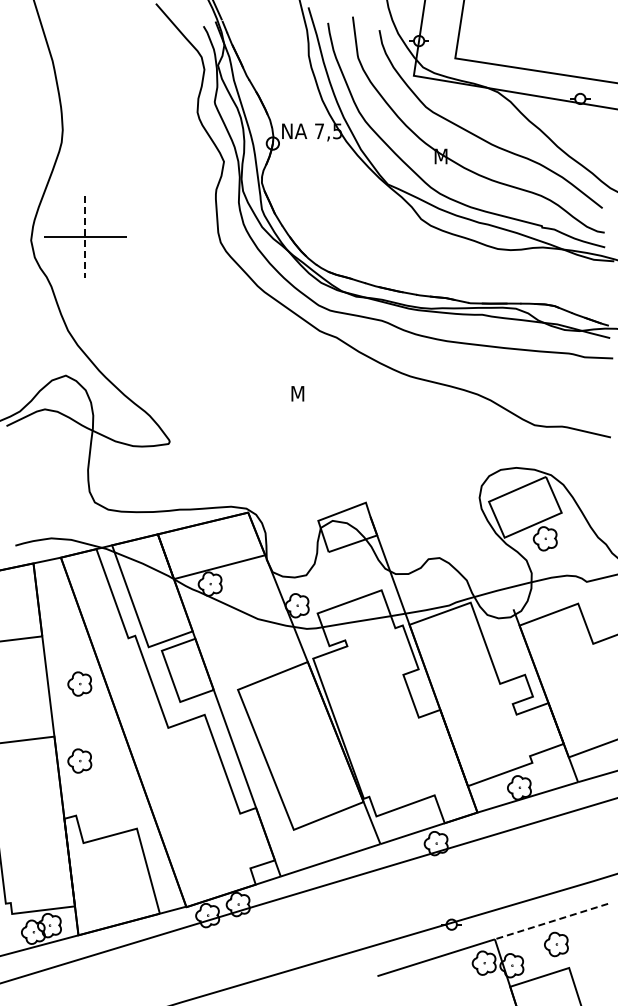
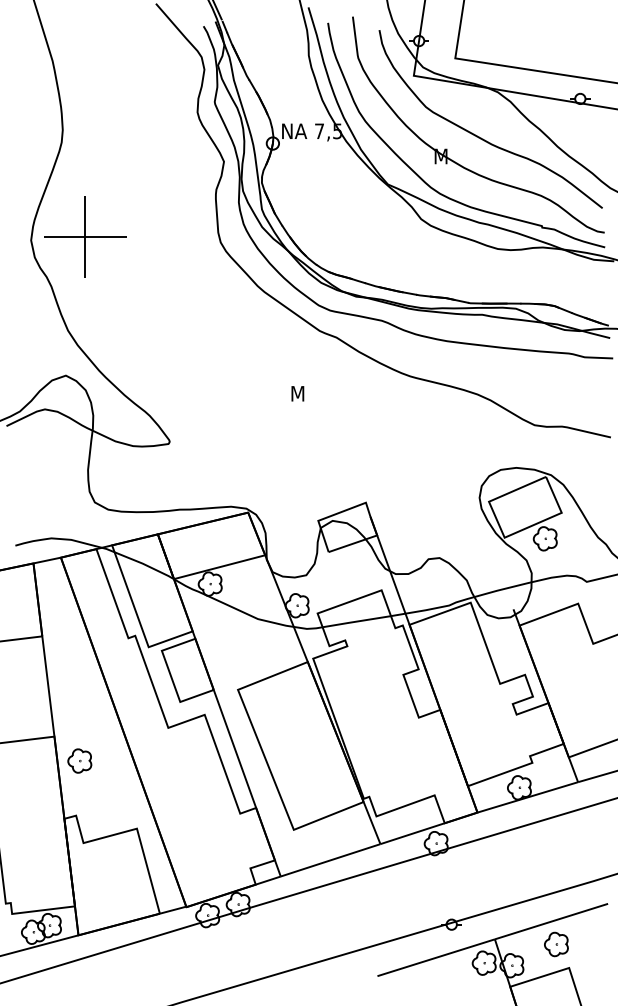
line at (85, 237): dashed -> solid
part at (79, 683): present -> none
line at (551, 921): dashed -> solid
